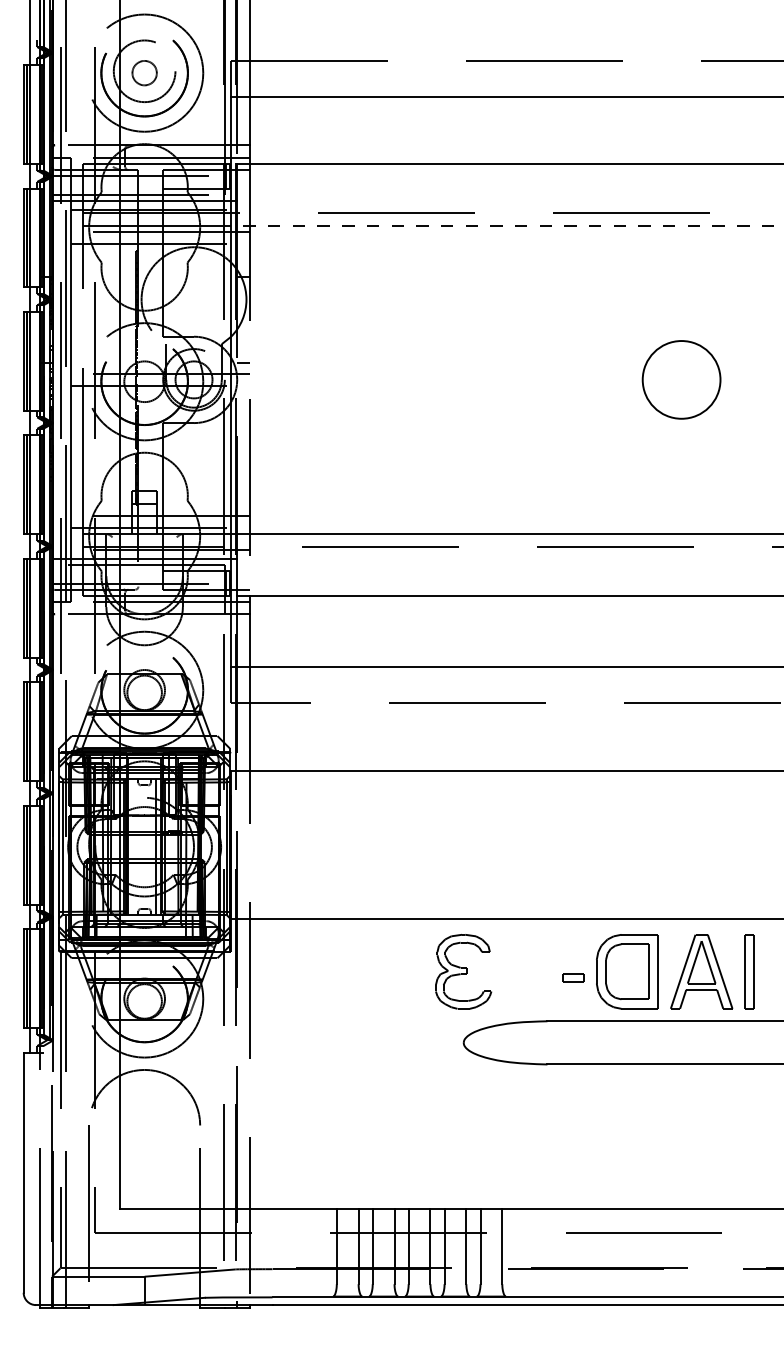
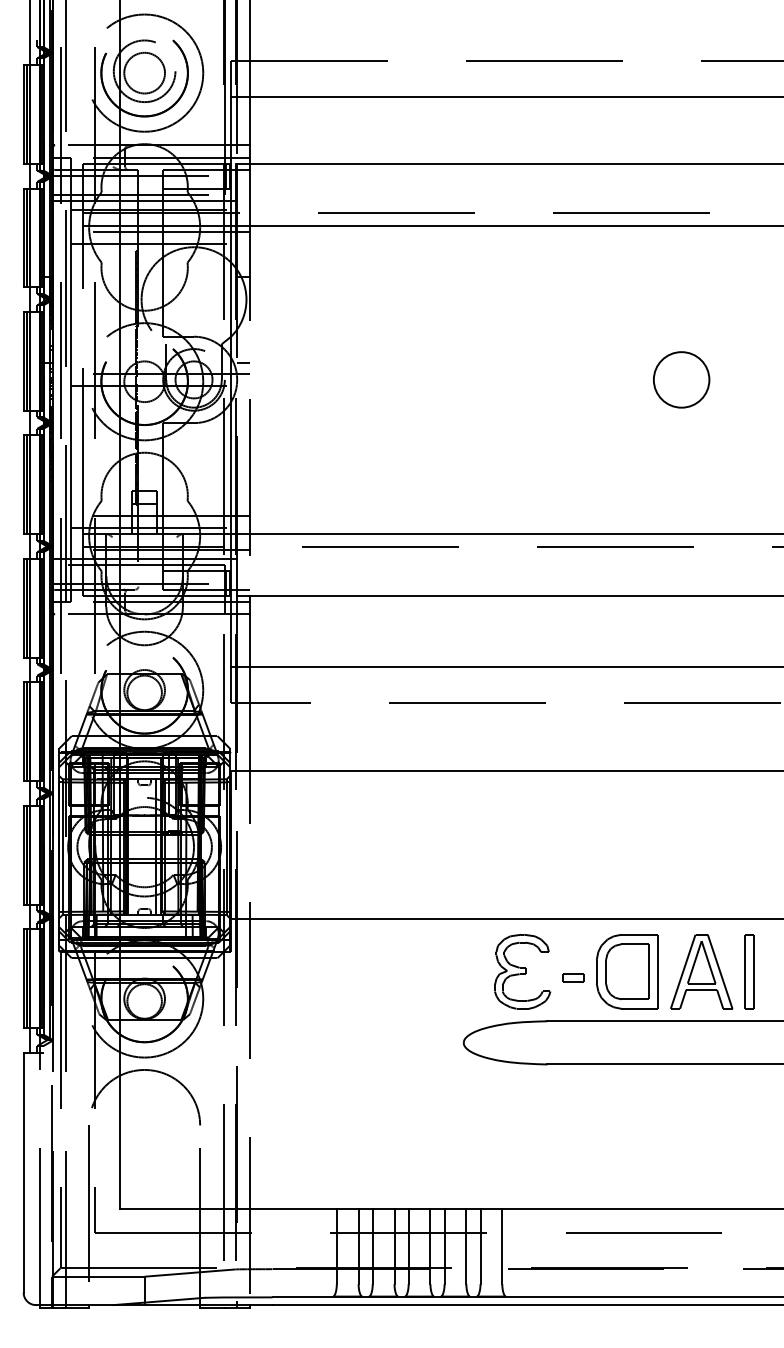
circle at (144, 72) diameter: 24 px -> 41 px
line at (506, 225): dashed -> solid
circle at (681, 379) diameter: 78 px -> 56 px
part at (463, 971) position: (463, 971) -> (522, 971)
